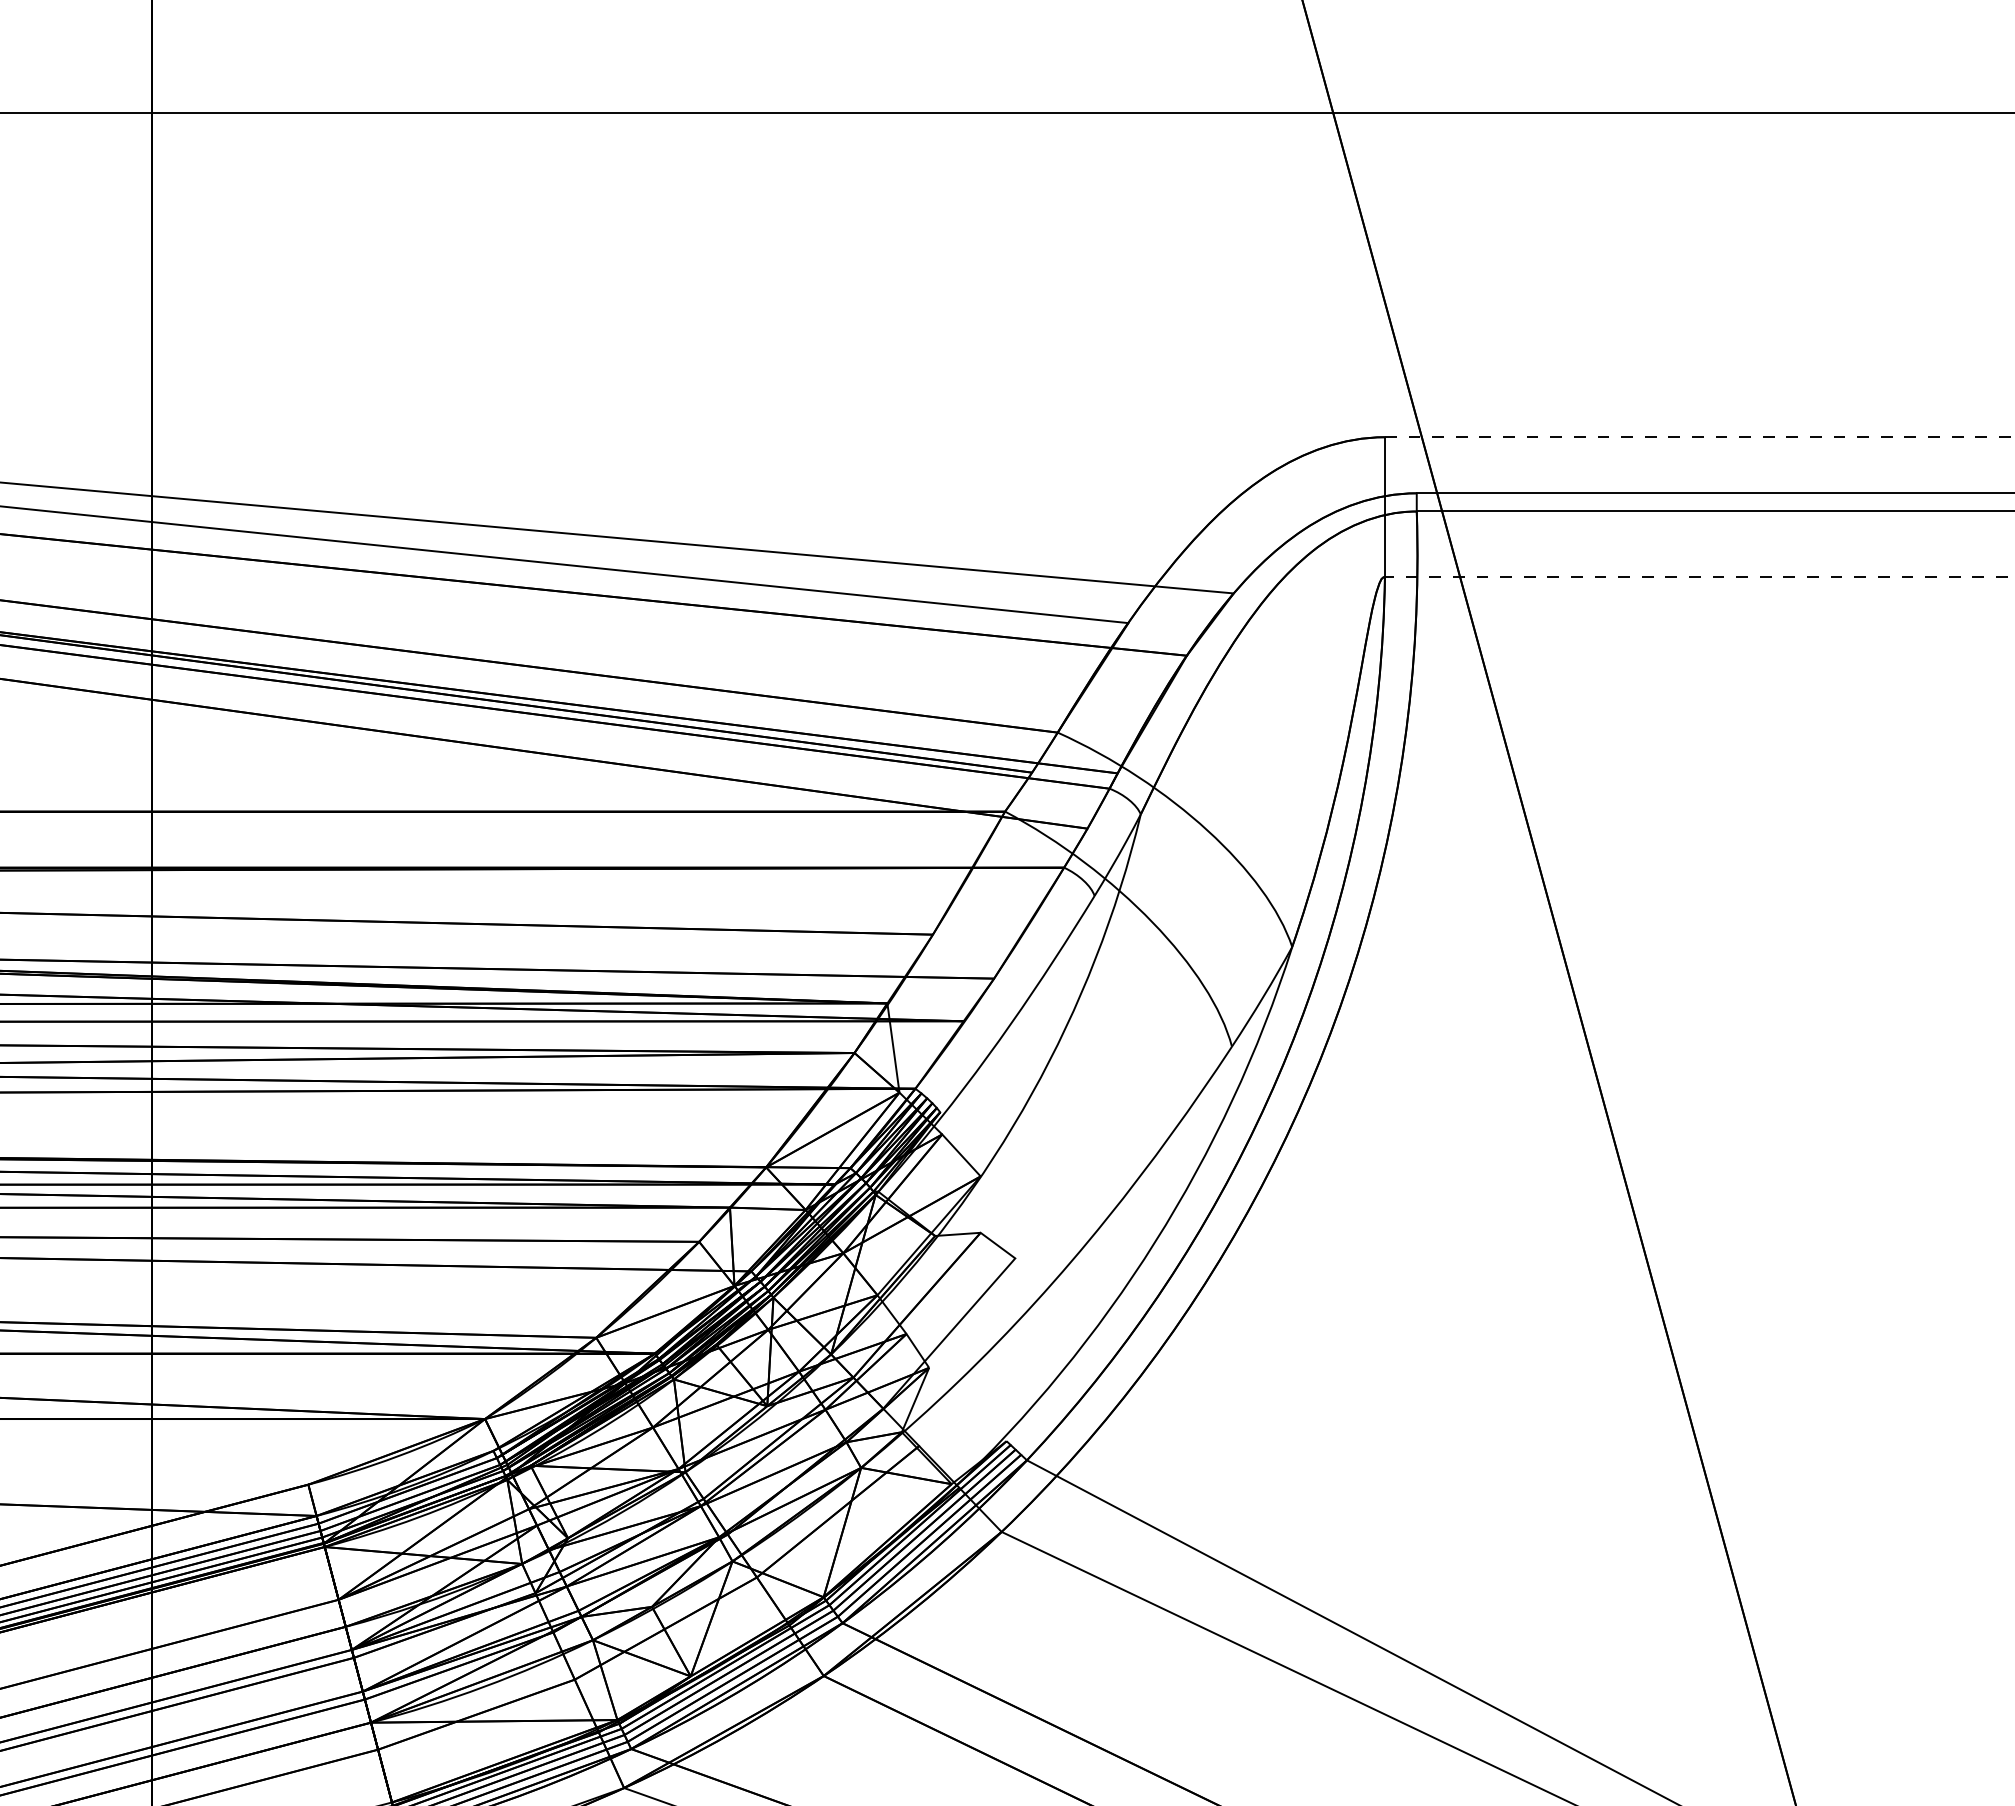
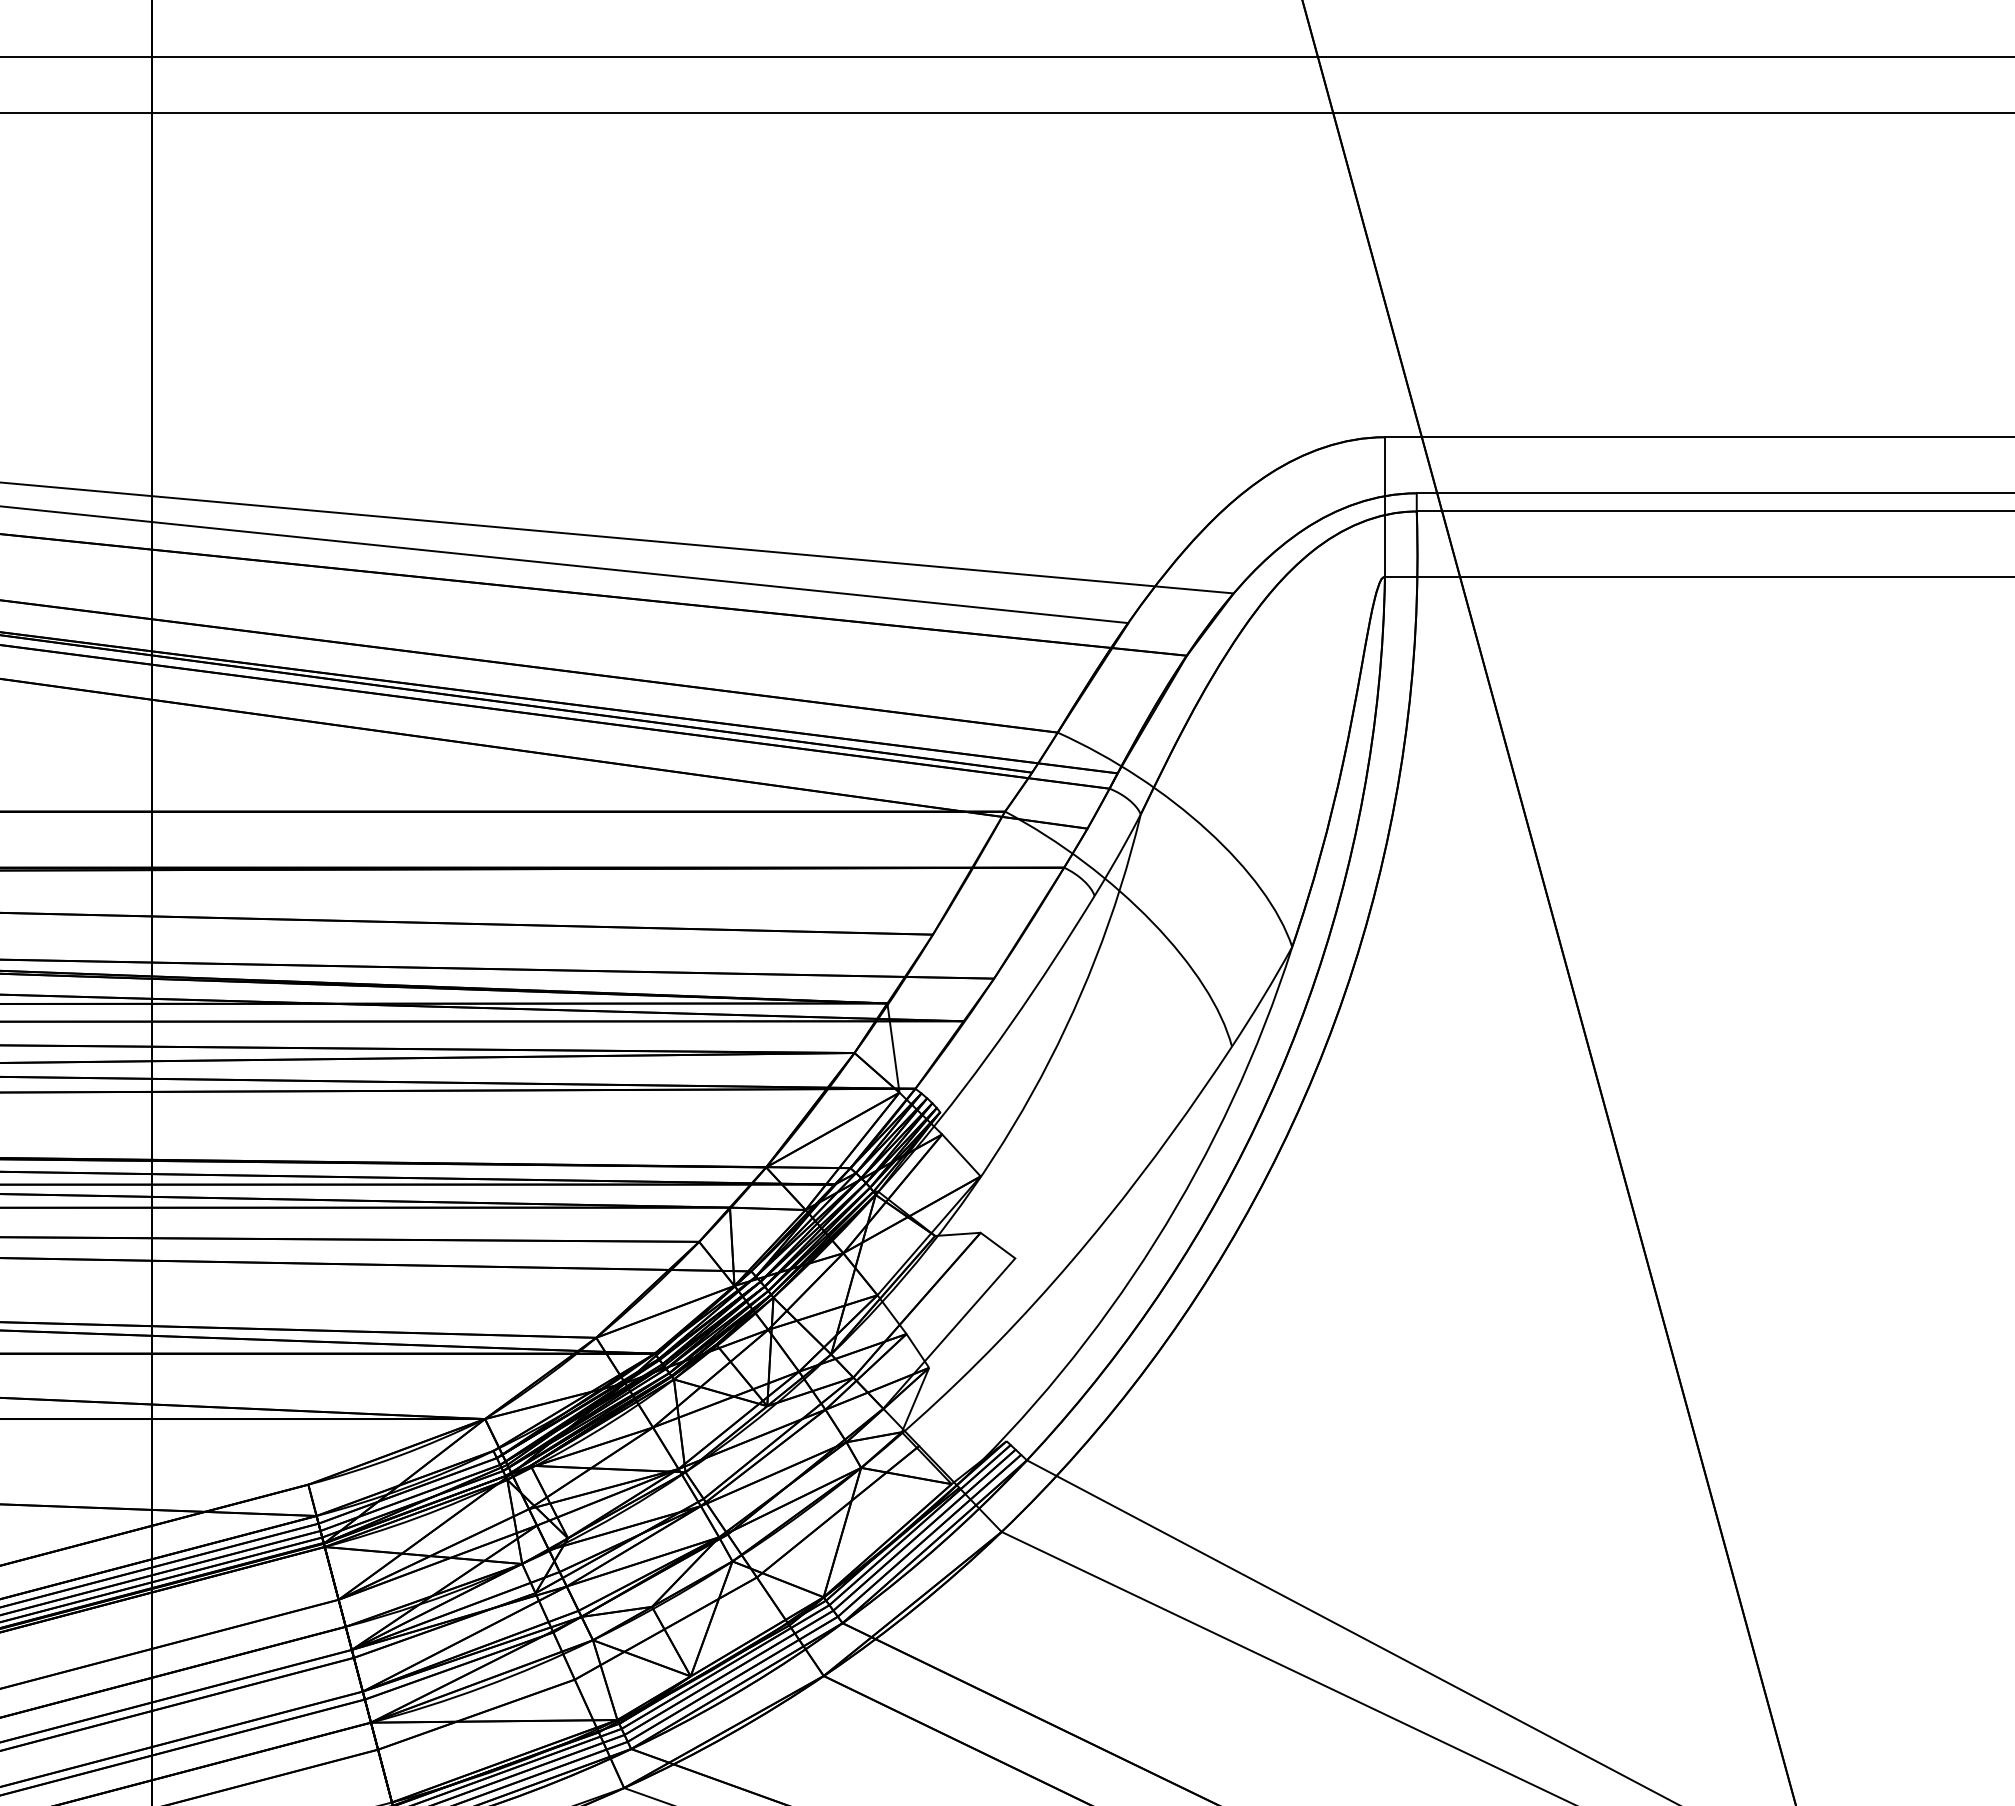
line at (1006, 57): none -> present
line at (1699, 437): dashed -> solid
line at (1699, 576): dashed -> solid
